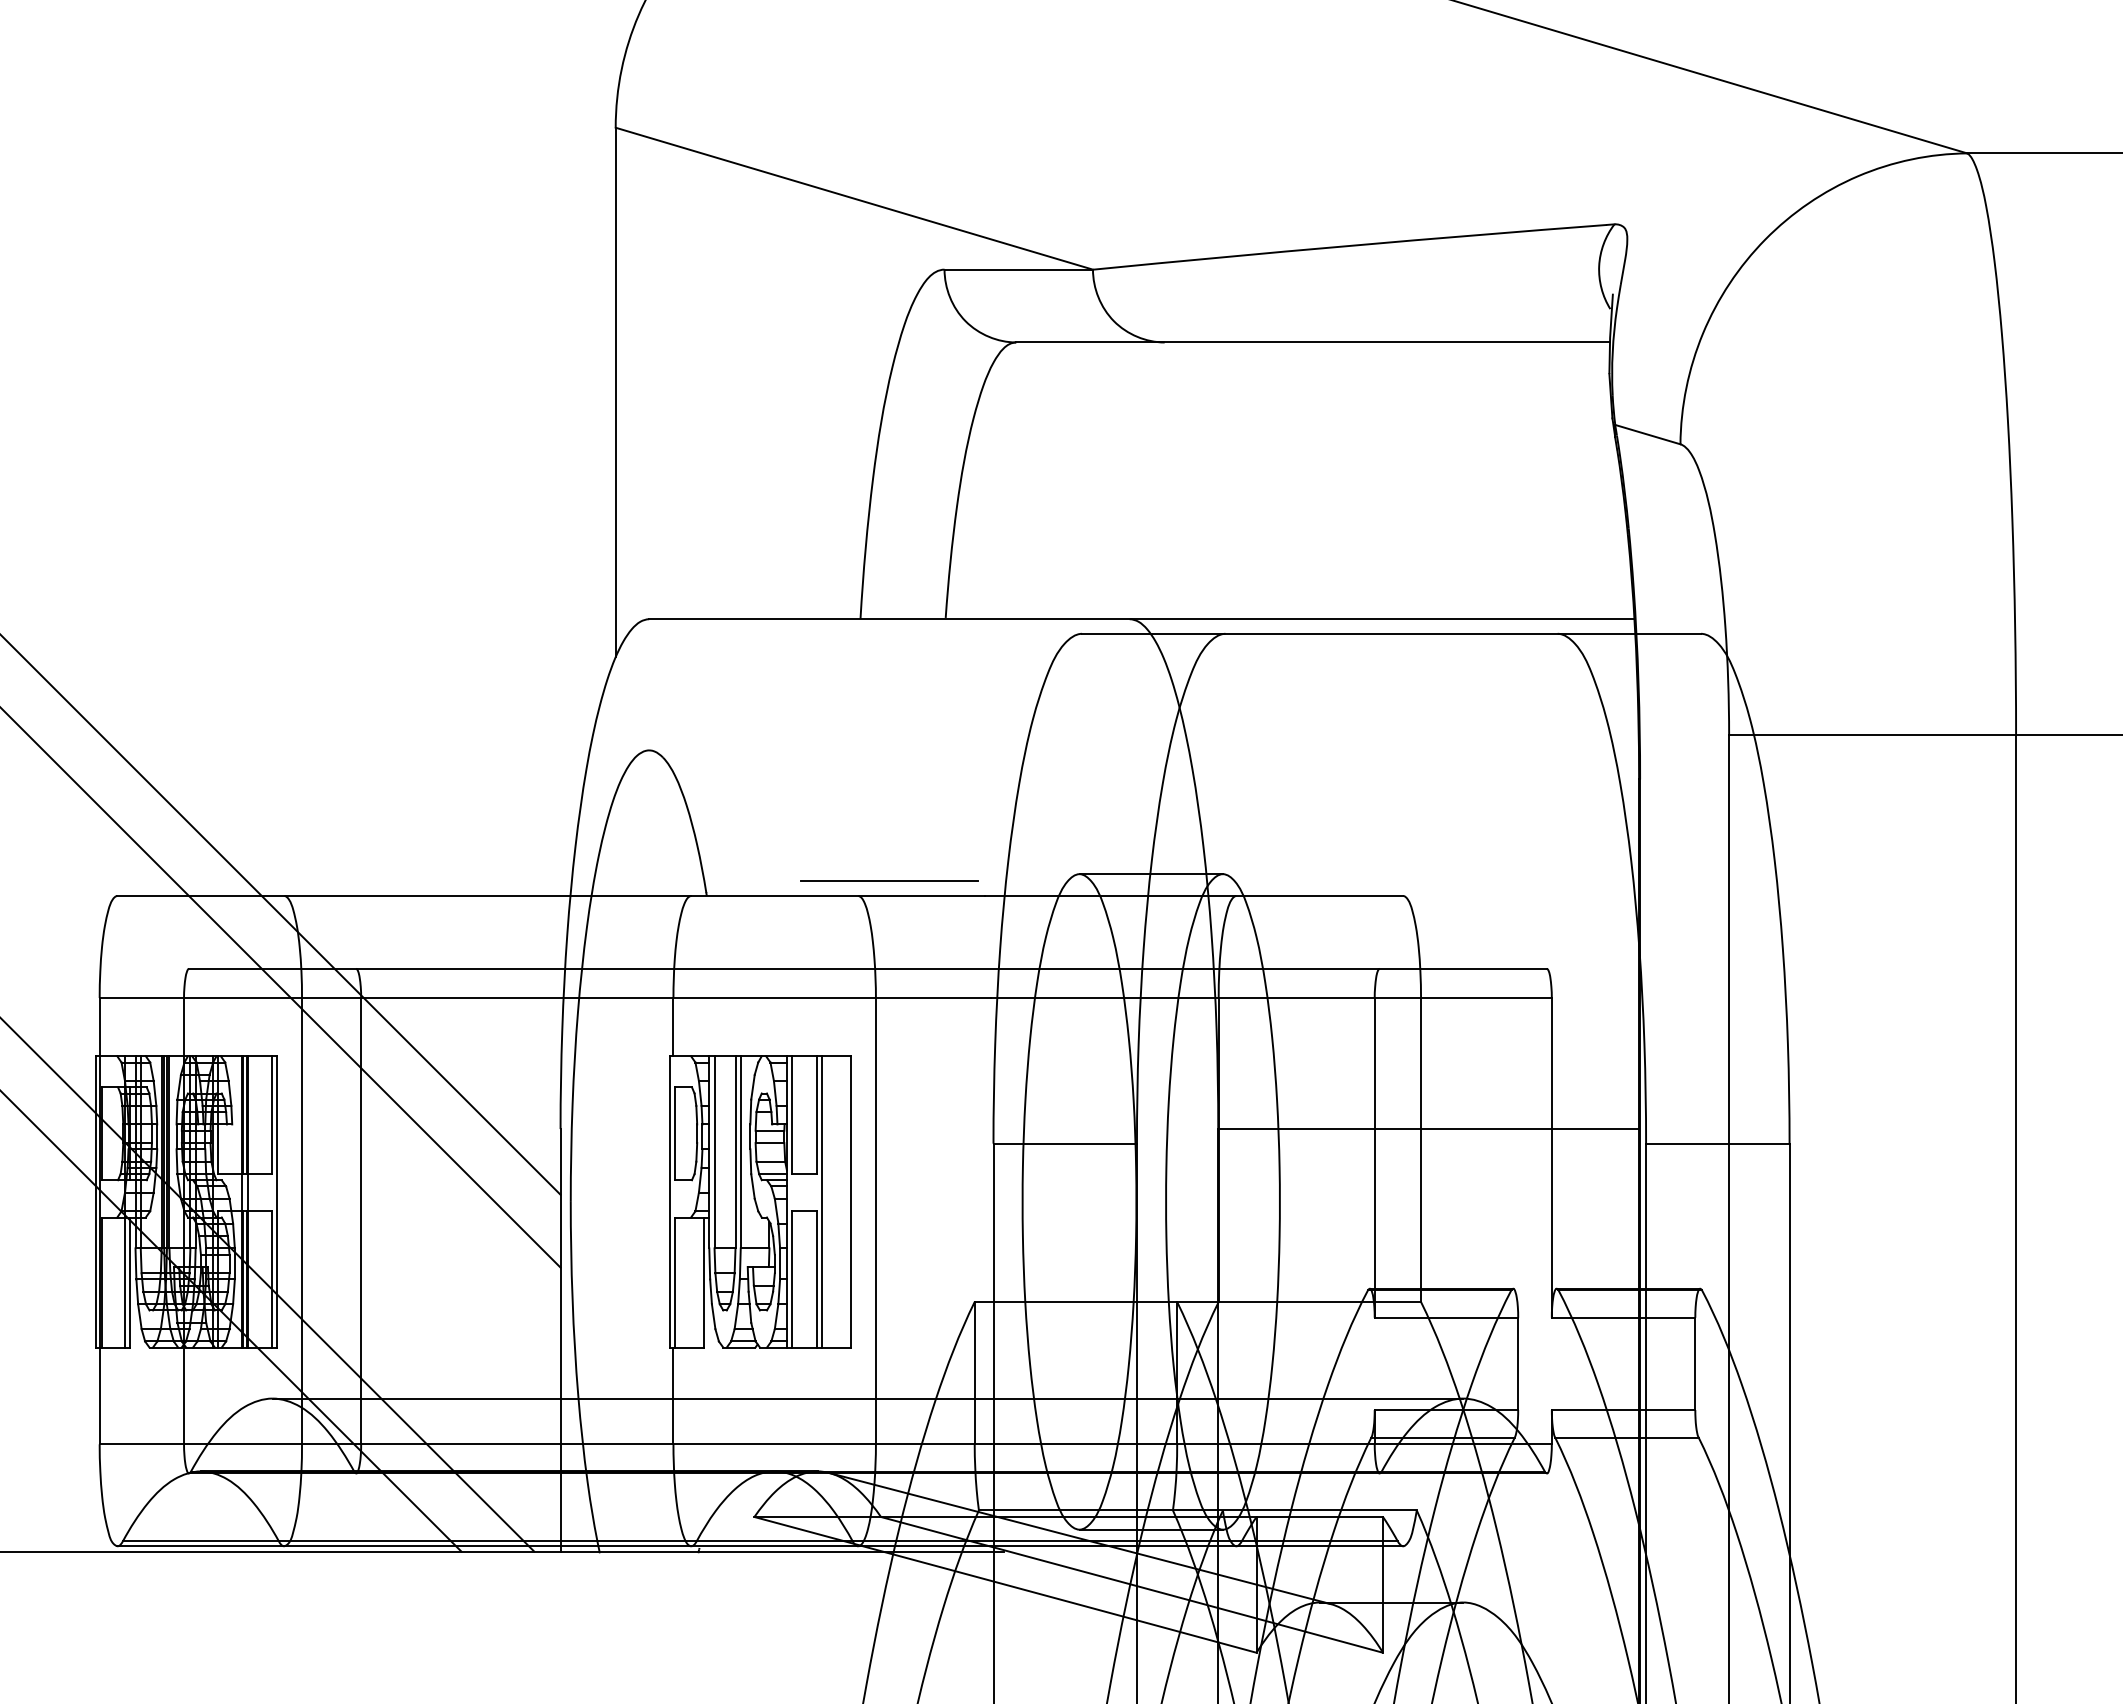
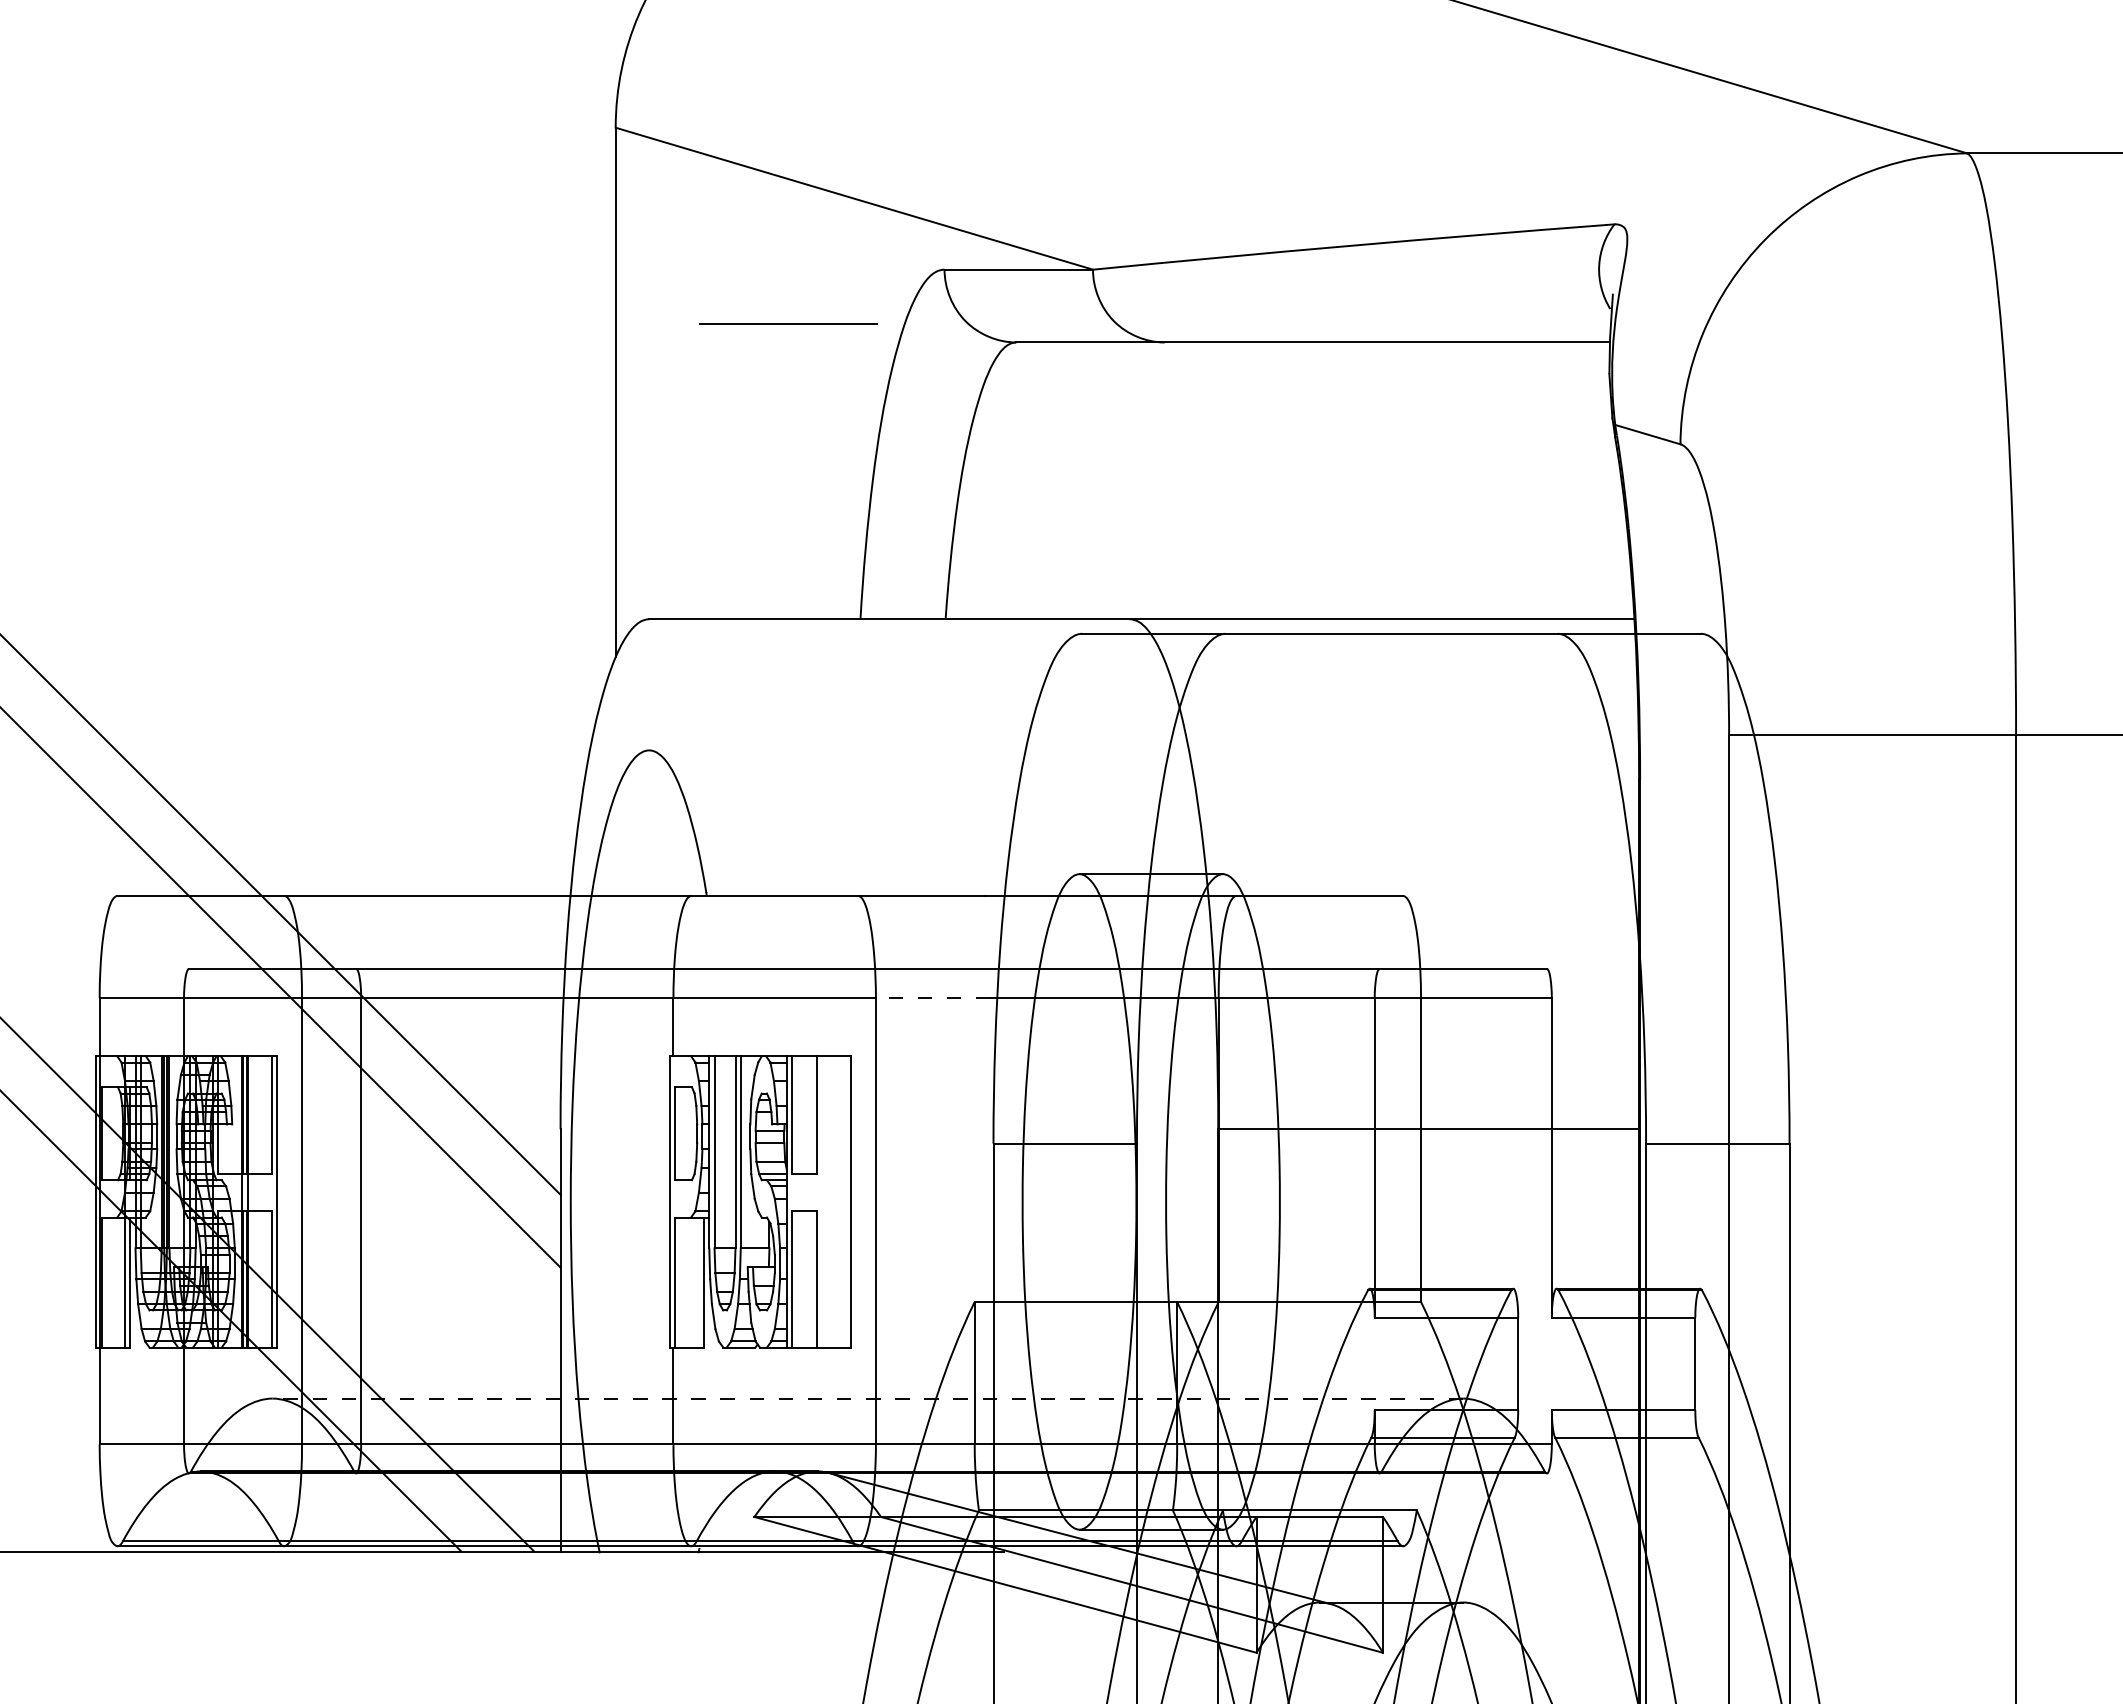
line at (889, 880) position: (889, 880) -> (788, 323)
line at (932, 997): solid -> dashed
line at (821, 1201): present -> none
line at (867, 1398): solid -> dashed
